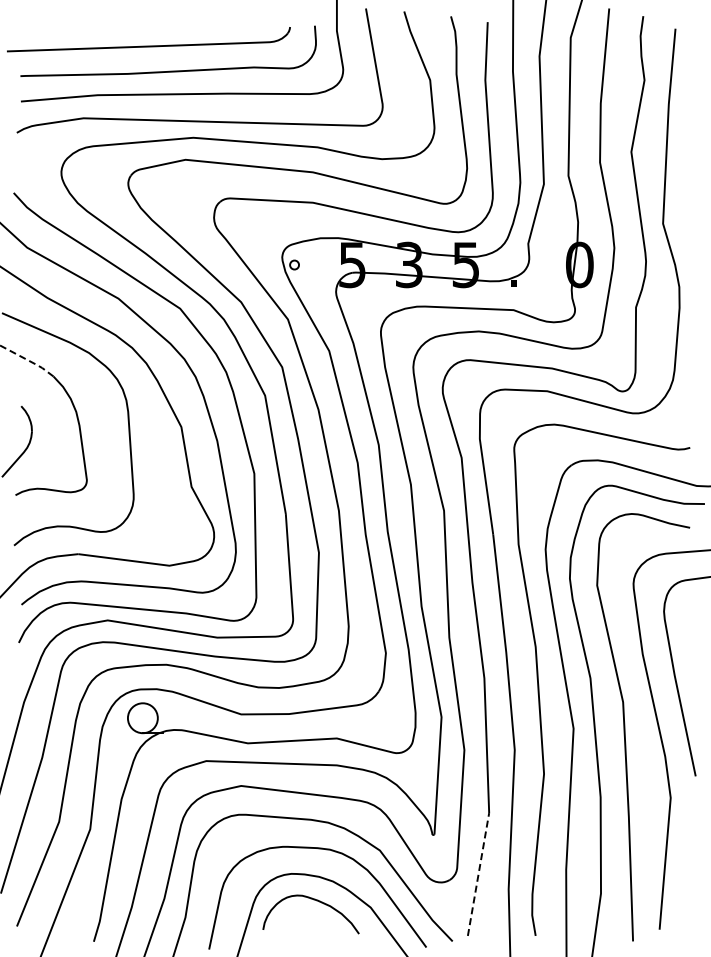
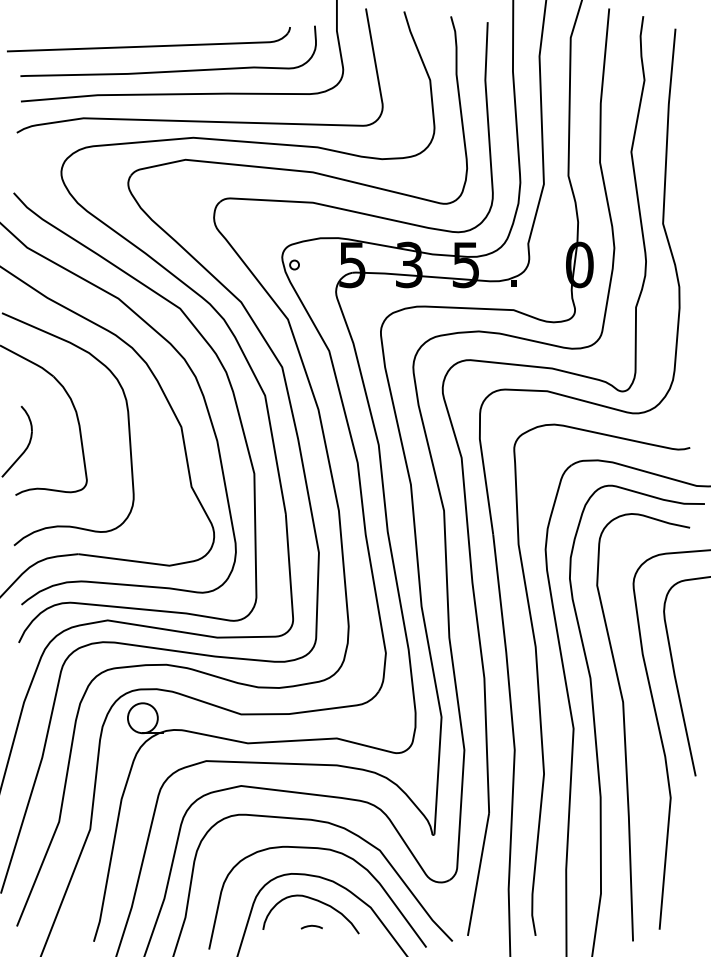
line at (28, 360): dashed -> solid
line at (478, 874): dashed -> solid
curve at (311, 926): none -> present
